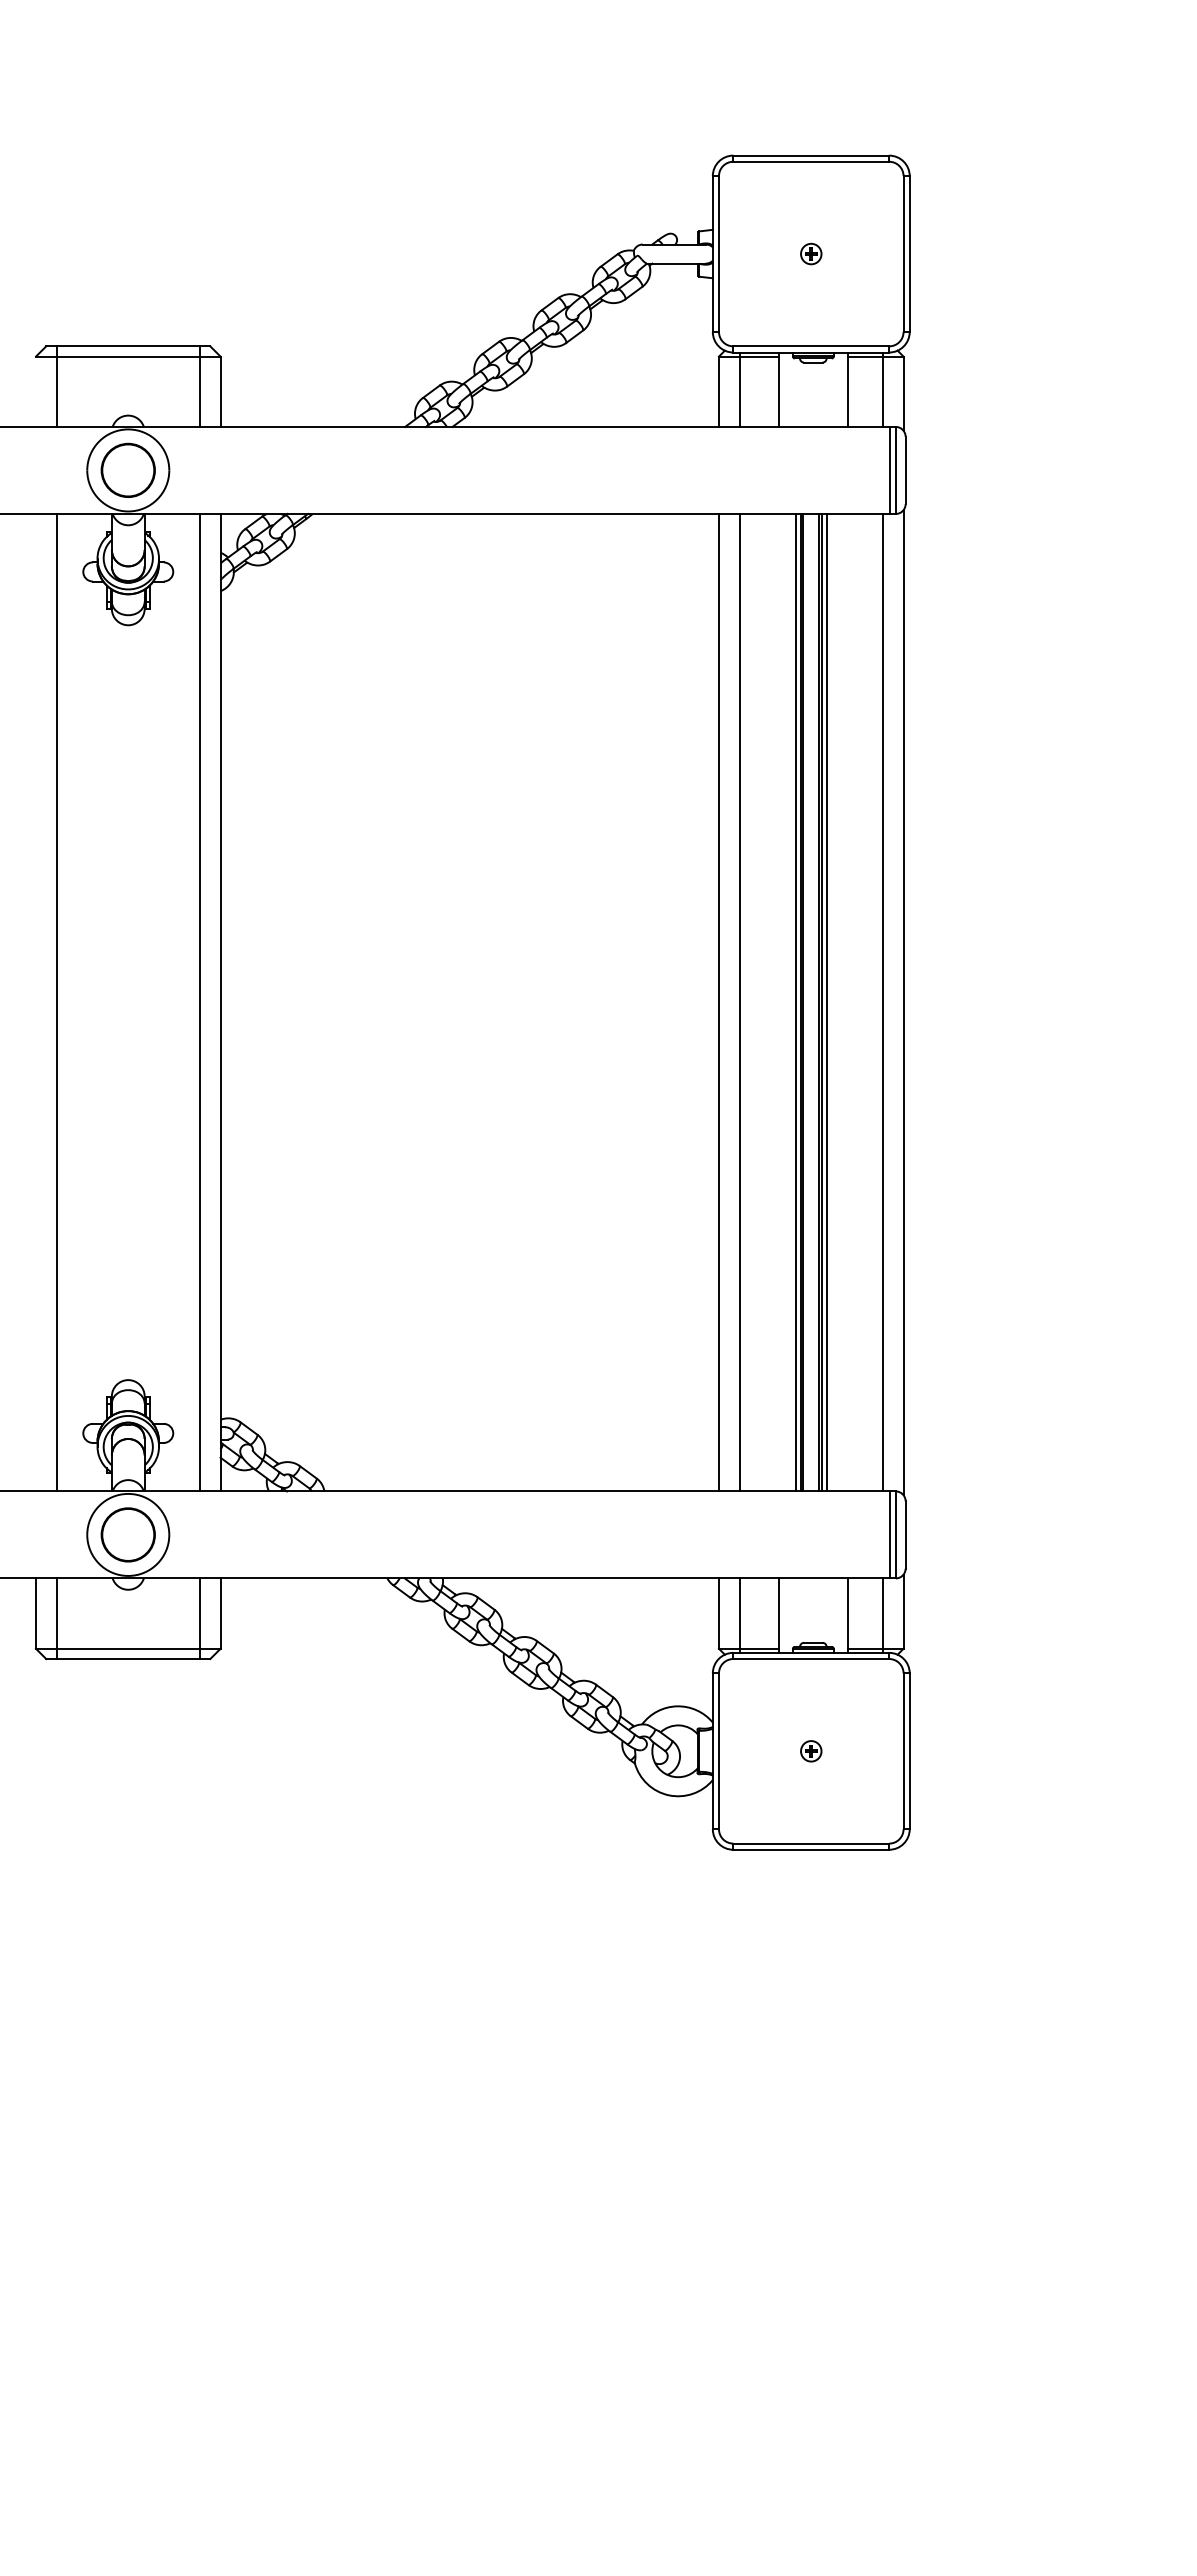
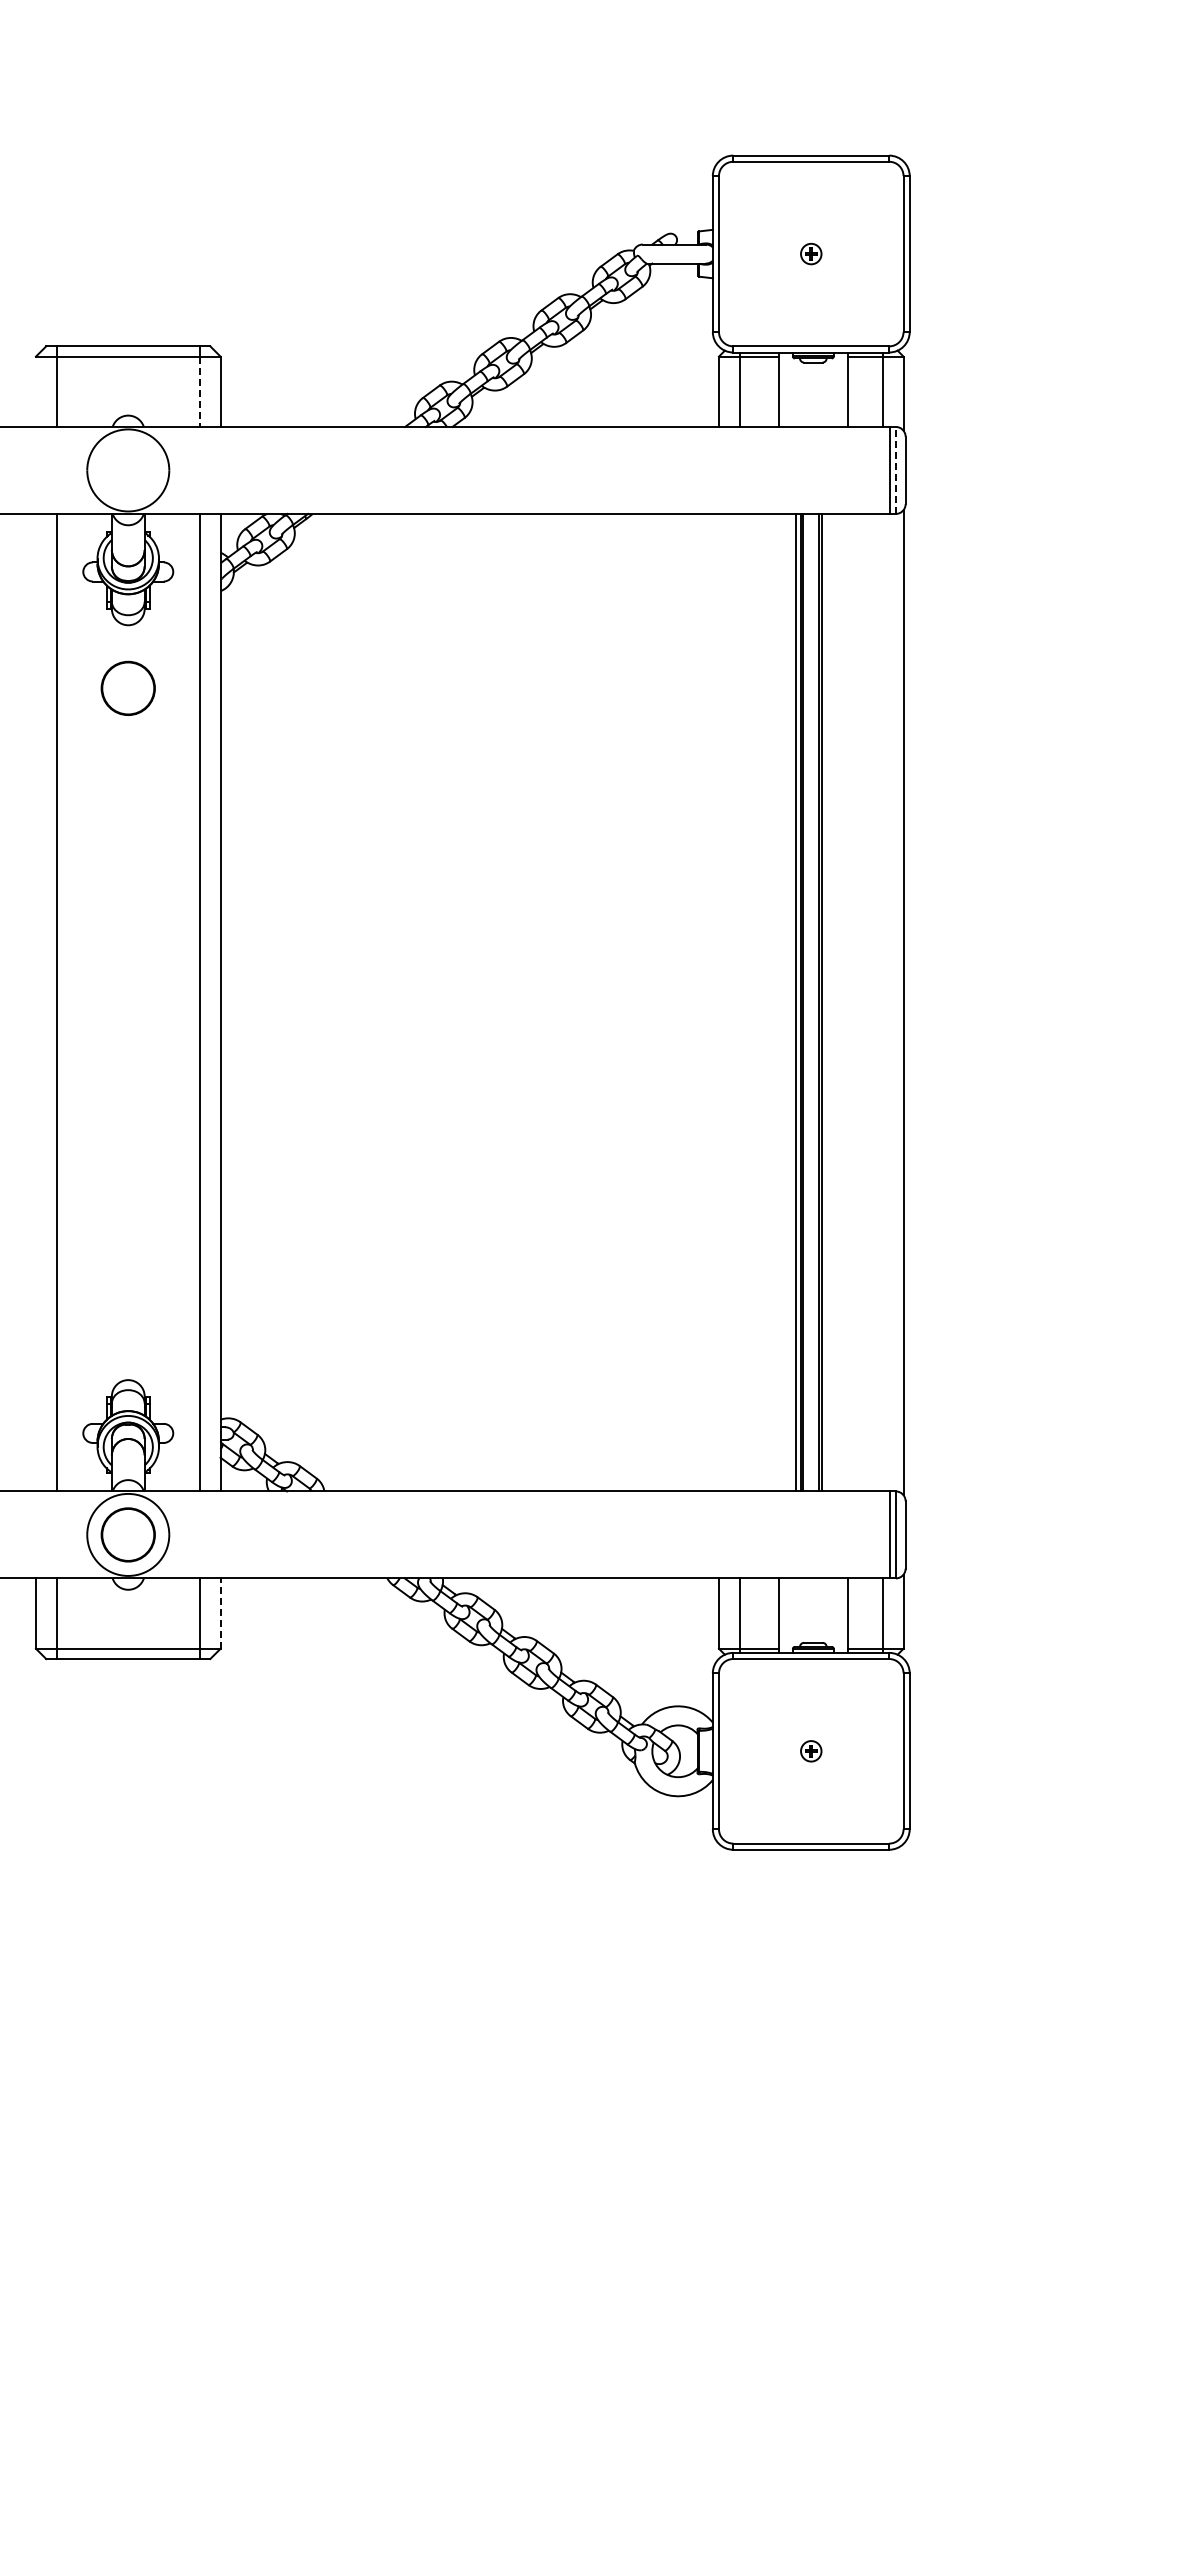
line at (200, 392): solid -> dashed
circle at (127, 469) position: (127, 469) -> (127, 687)
line at (895, 469): solid -> dashed
line at (718, 1002): present -> none
line at (739, 1002): present -> none
line at (826, 1002): present -> none
line at (883, 1002): present -> none
line at (220, 1613): solid -> dashed
